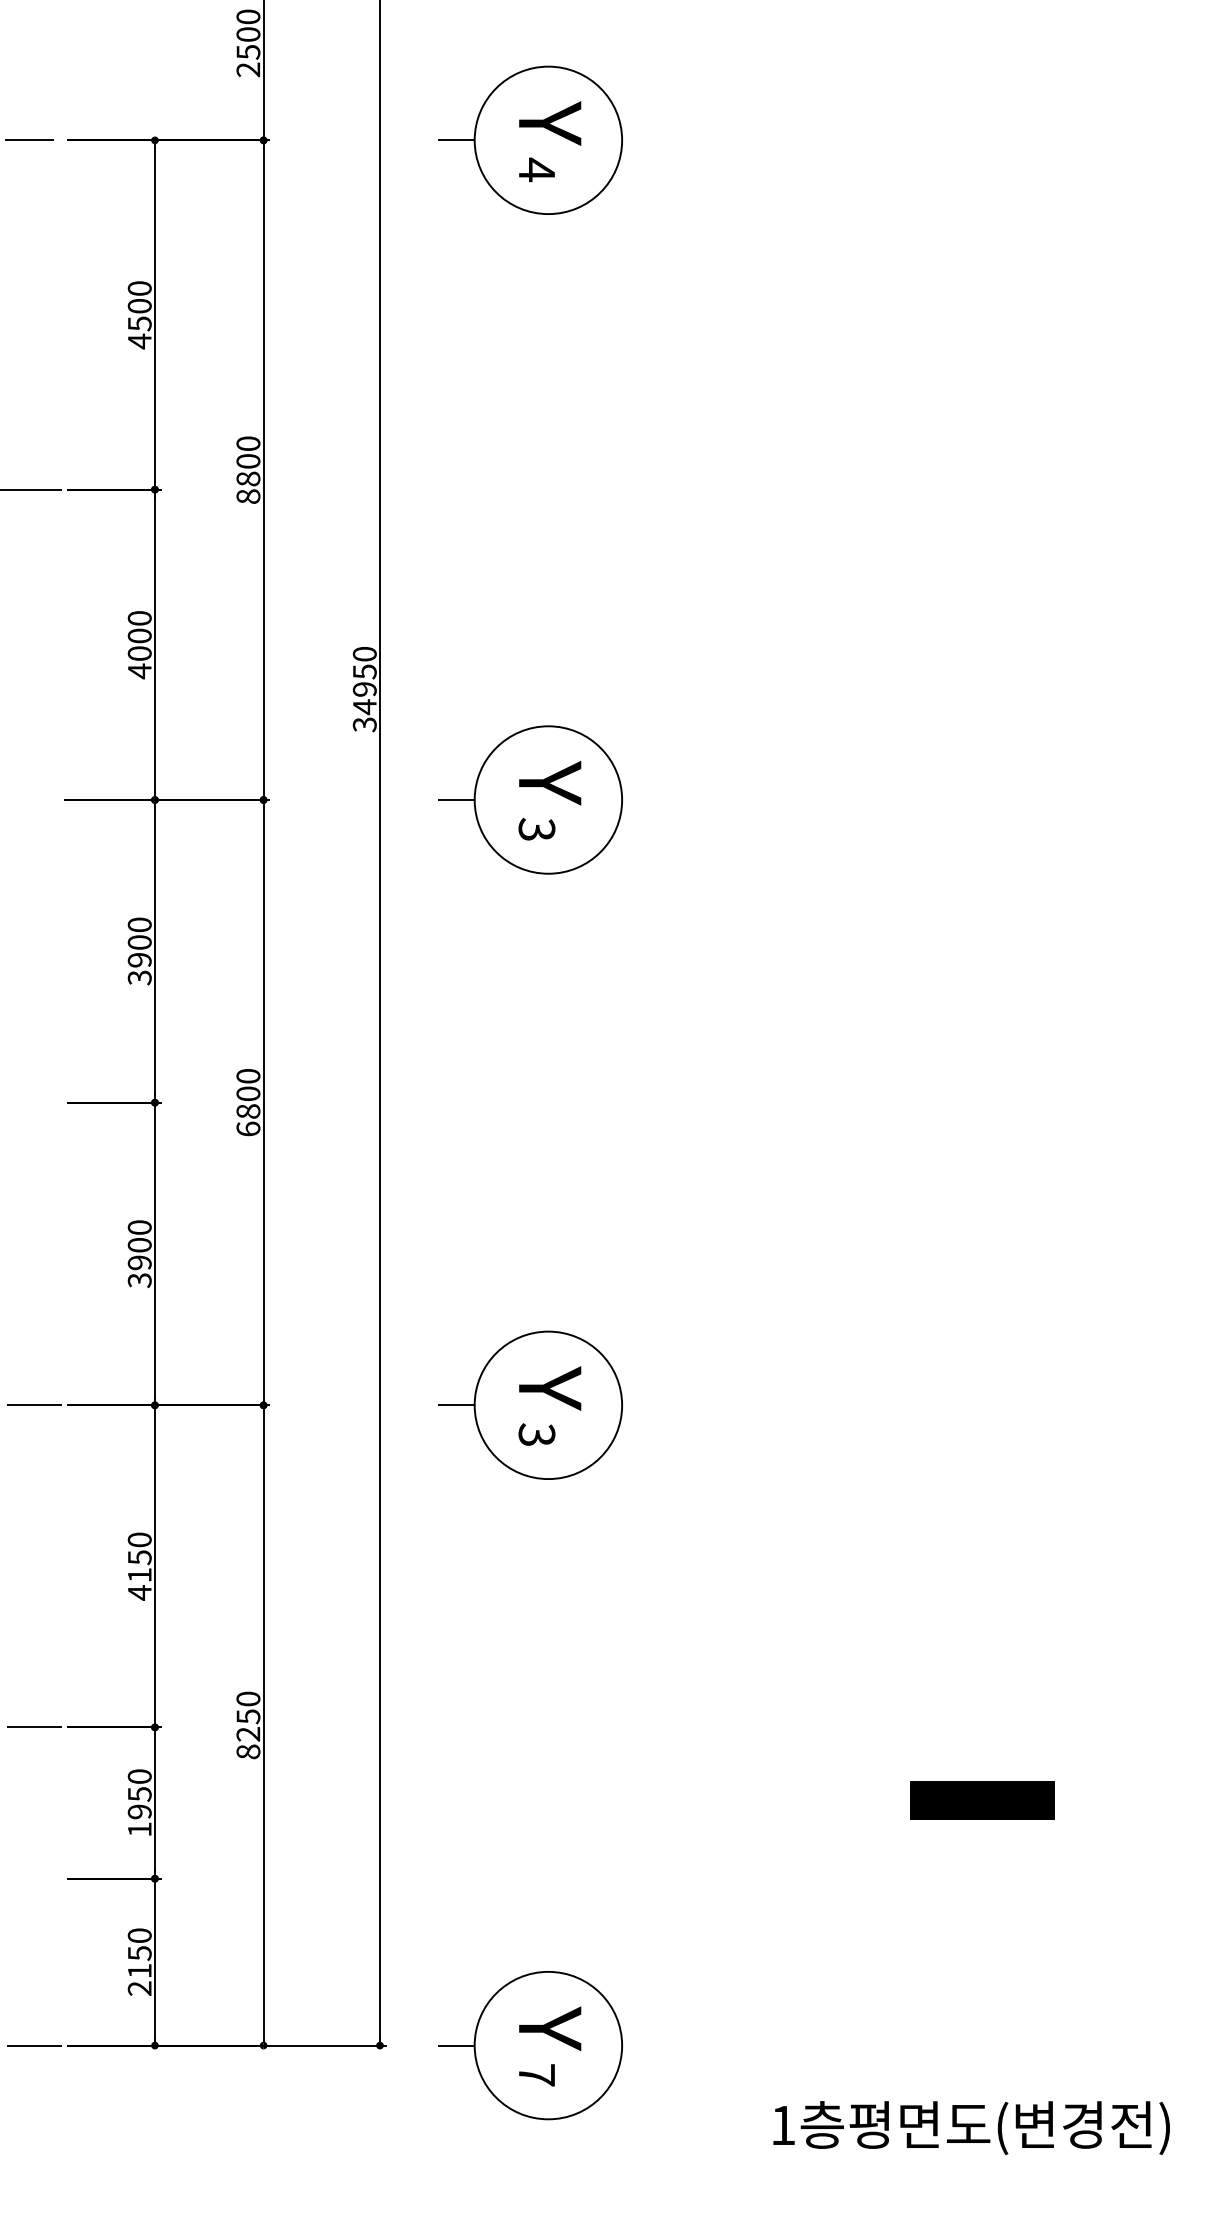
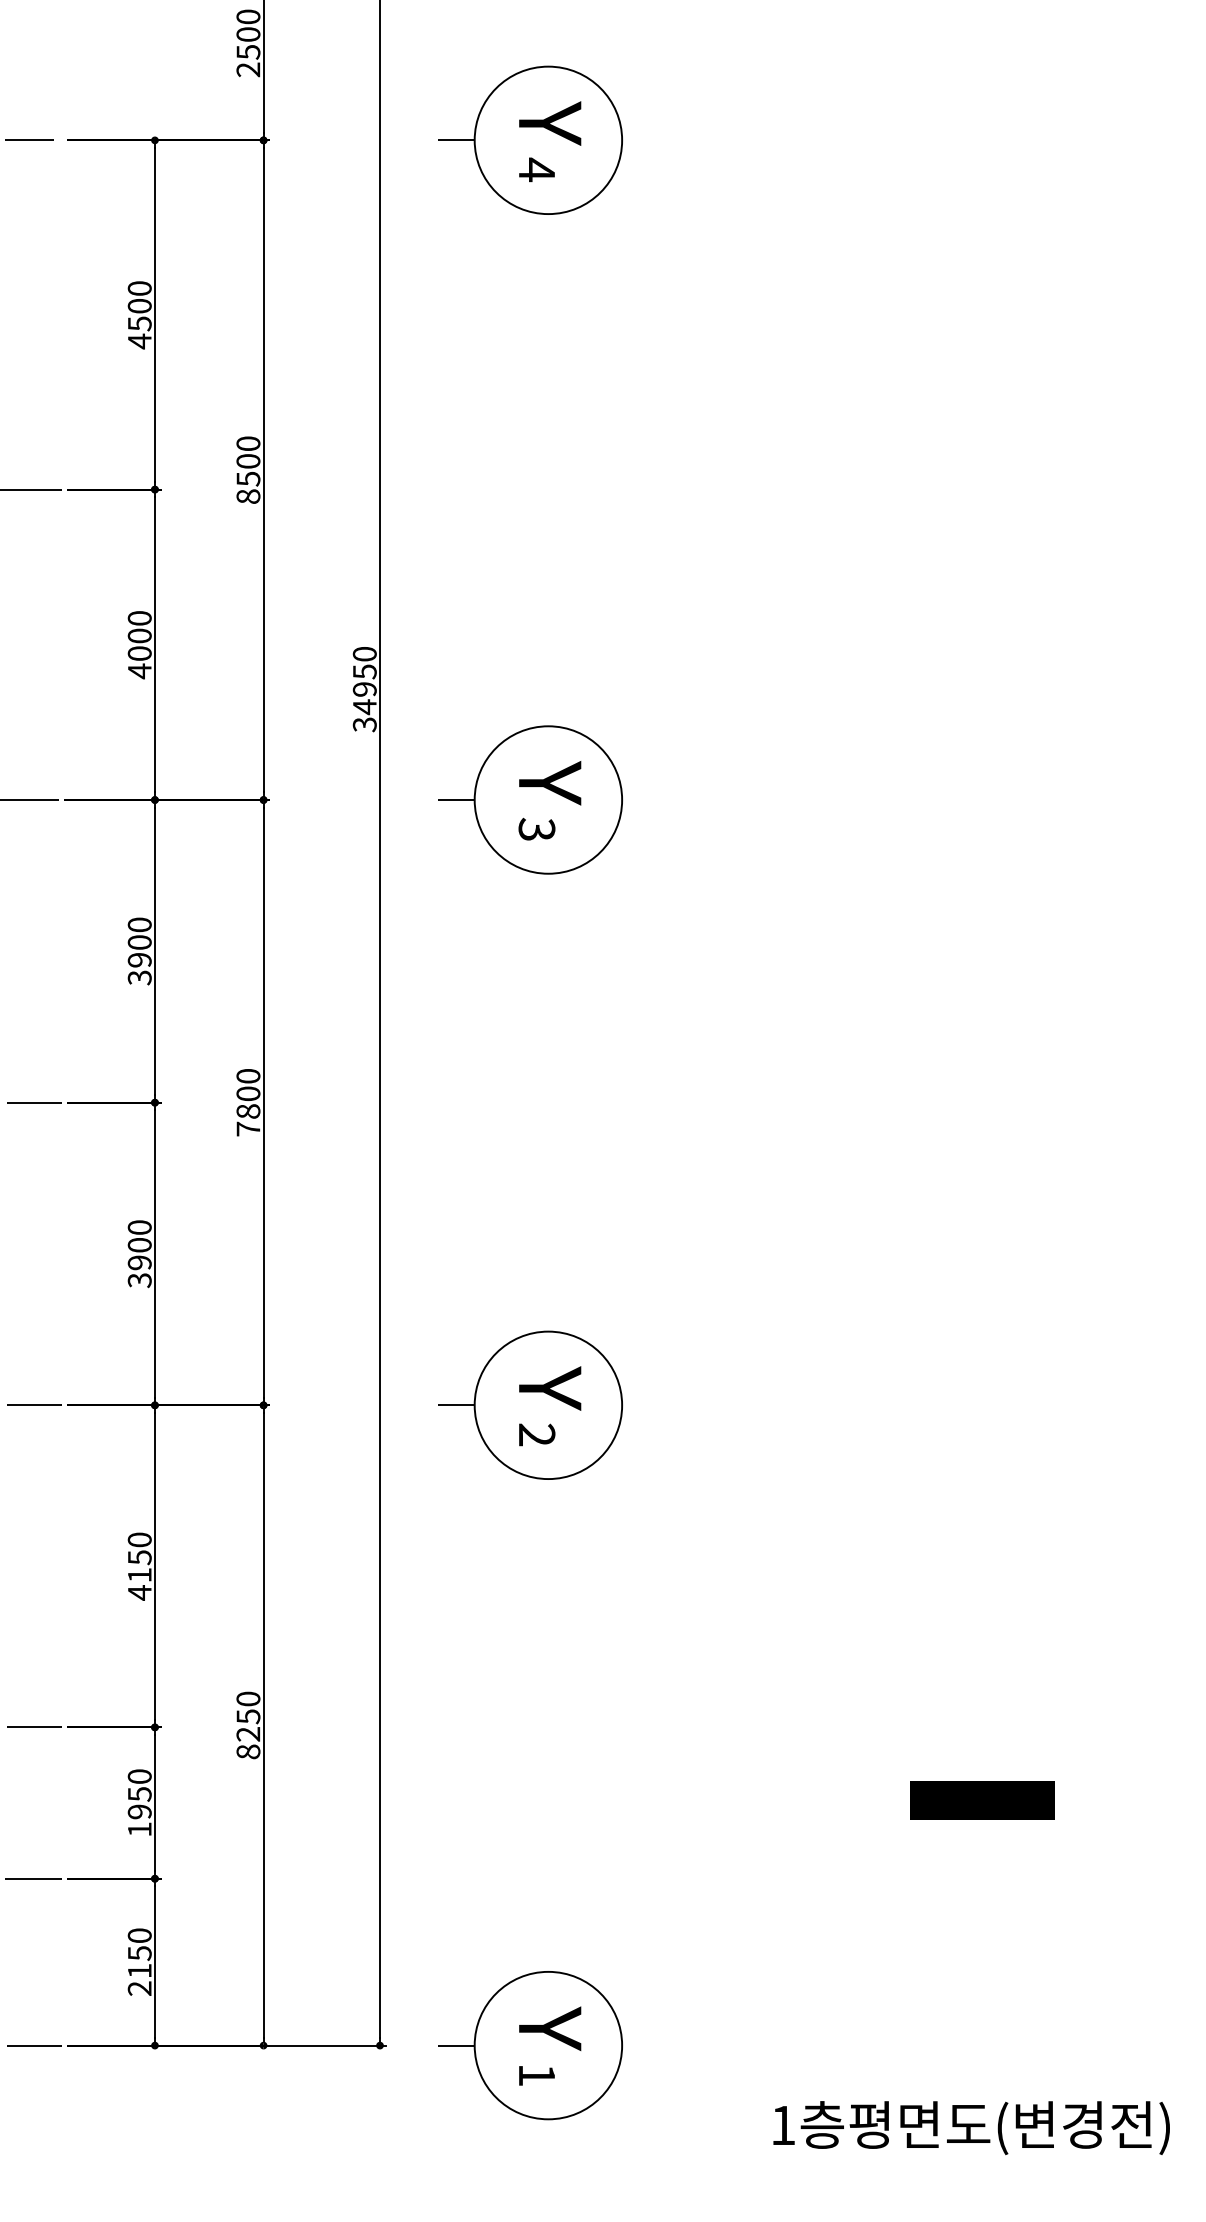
text at (248, 478): 8800 -> 8500
line at (30, 800): none -> present
line at (31, 1102): none -> present
text at (248, 1128): 6800 -> 7800
text at (536, 1434): 3 -> 2
line at (31, 1878): none -> present
text at (536, 2075): 7 -> 1
